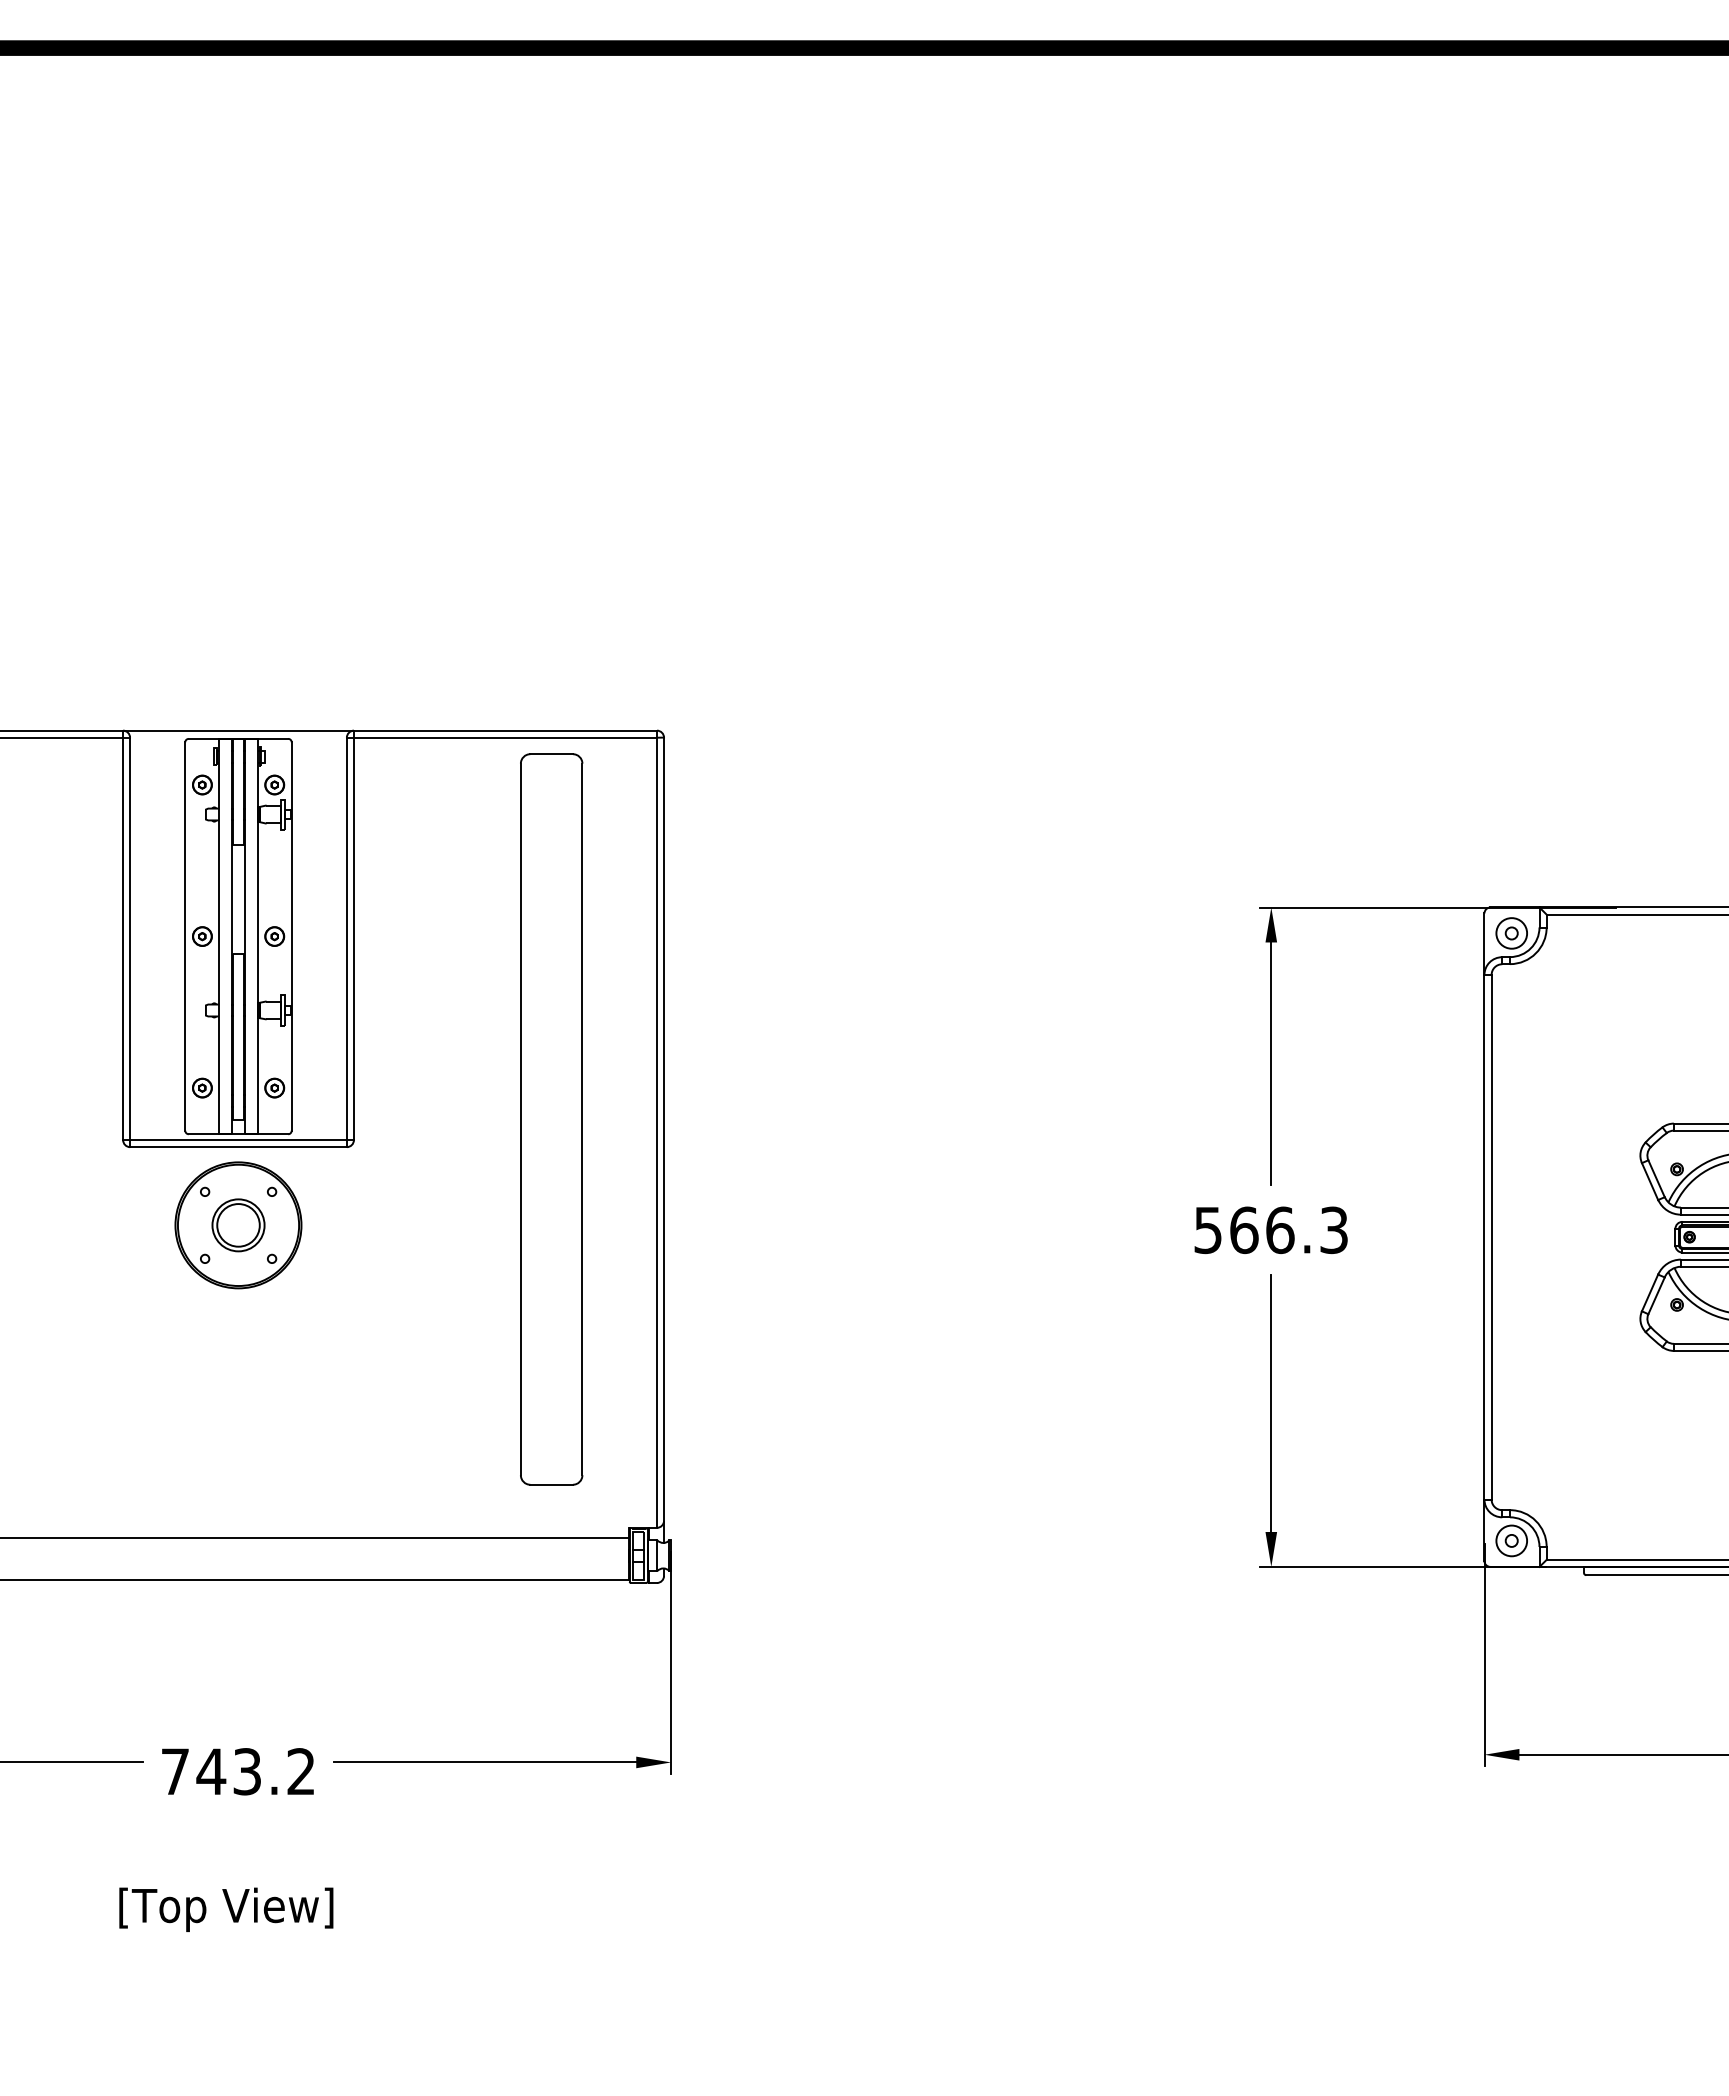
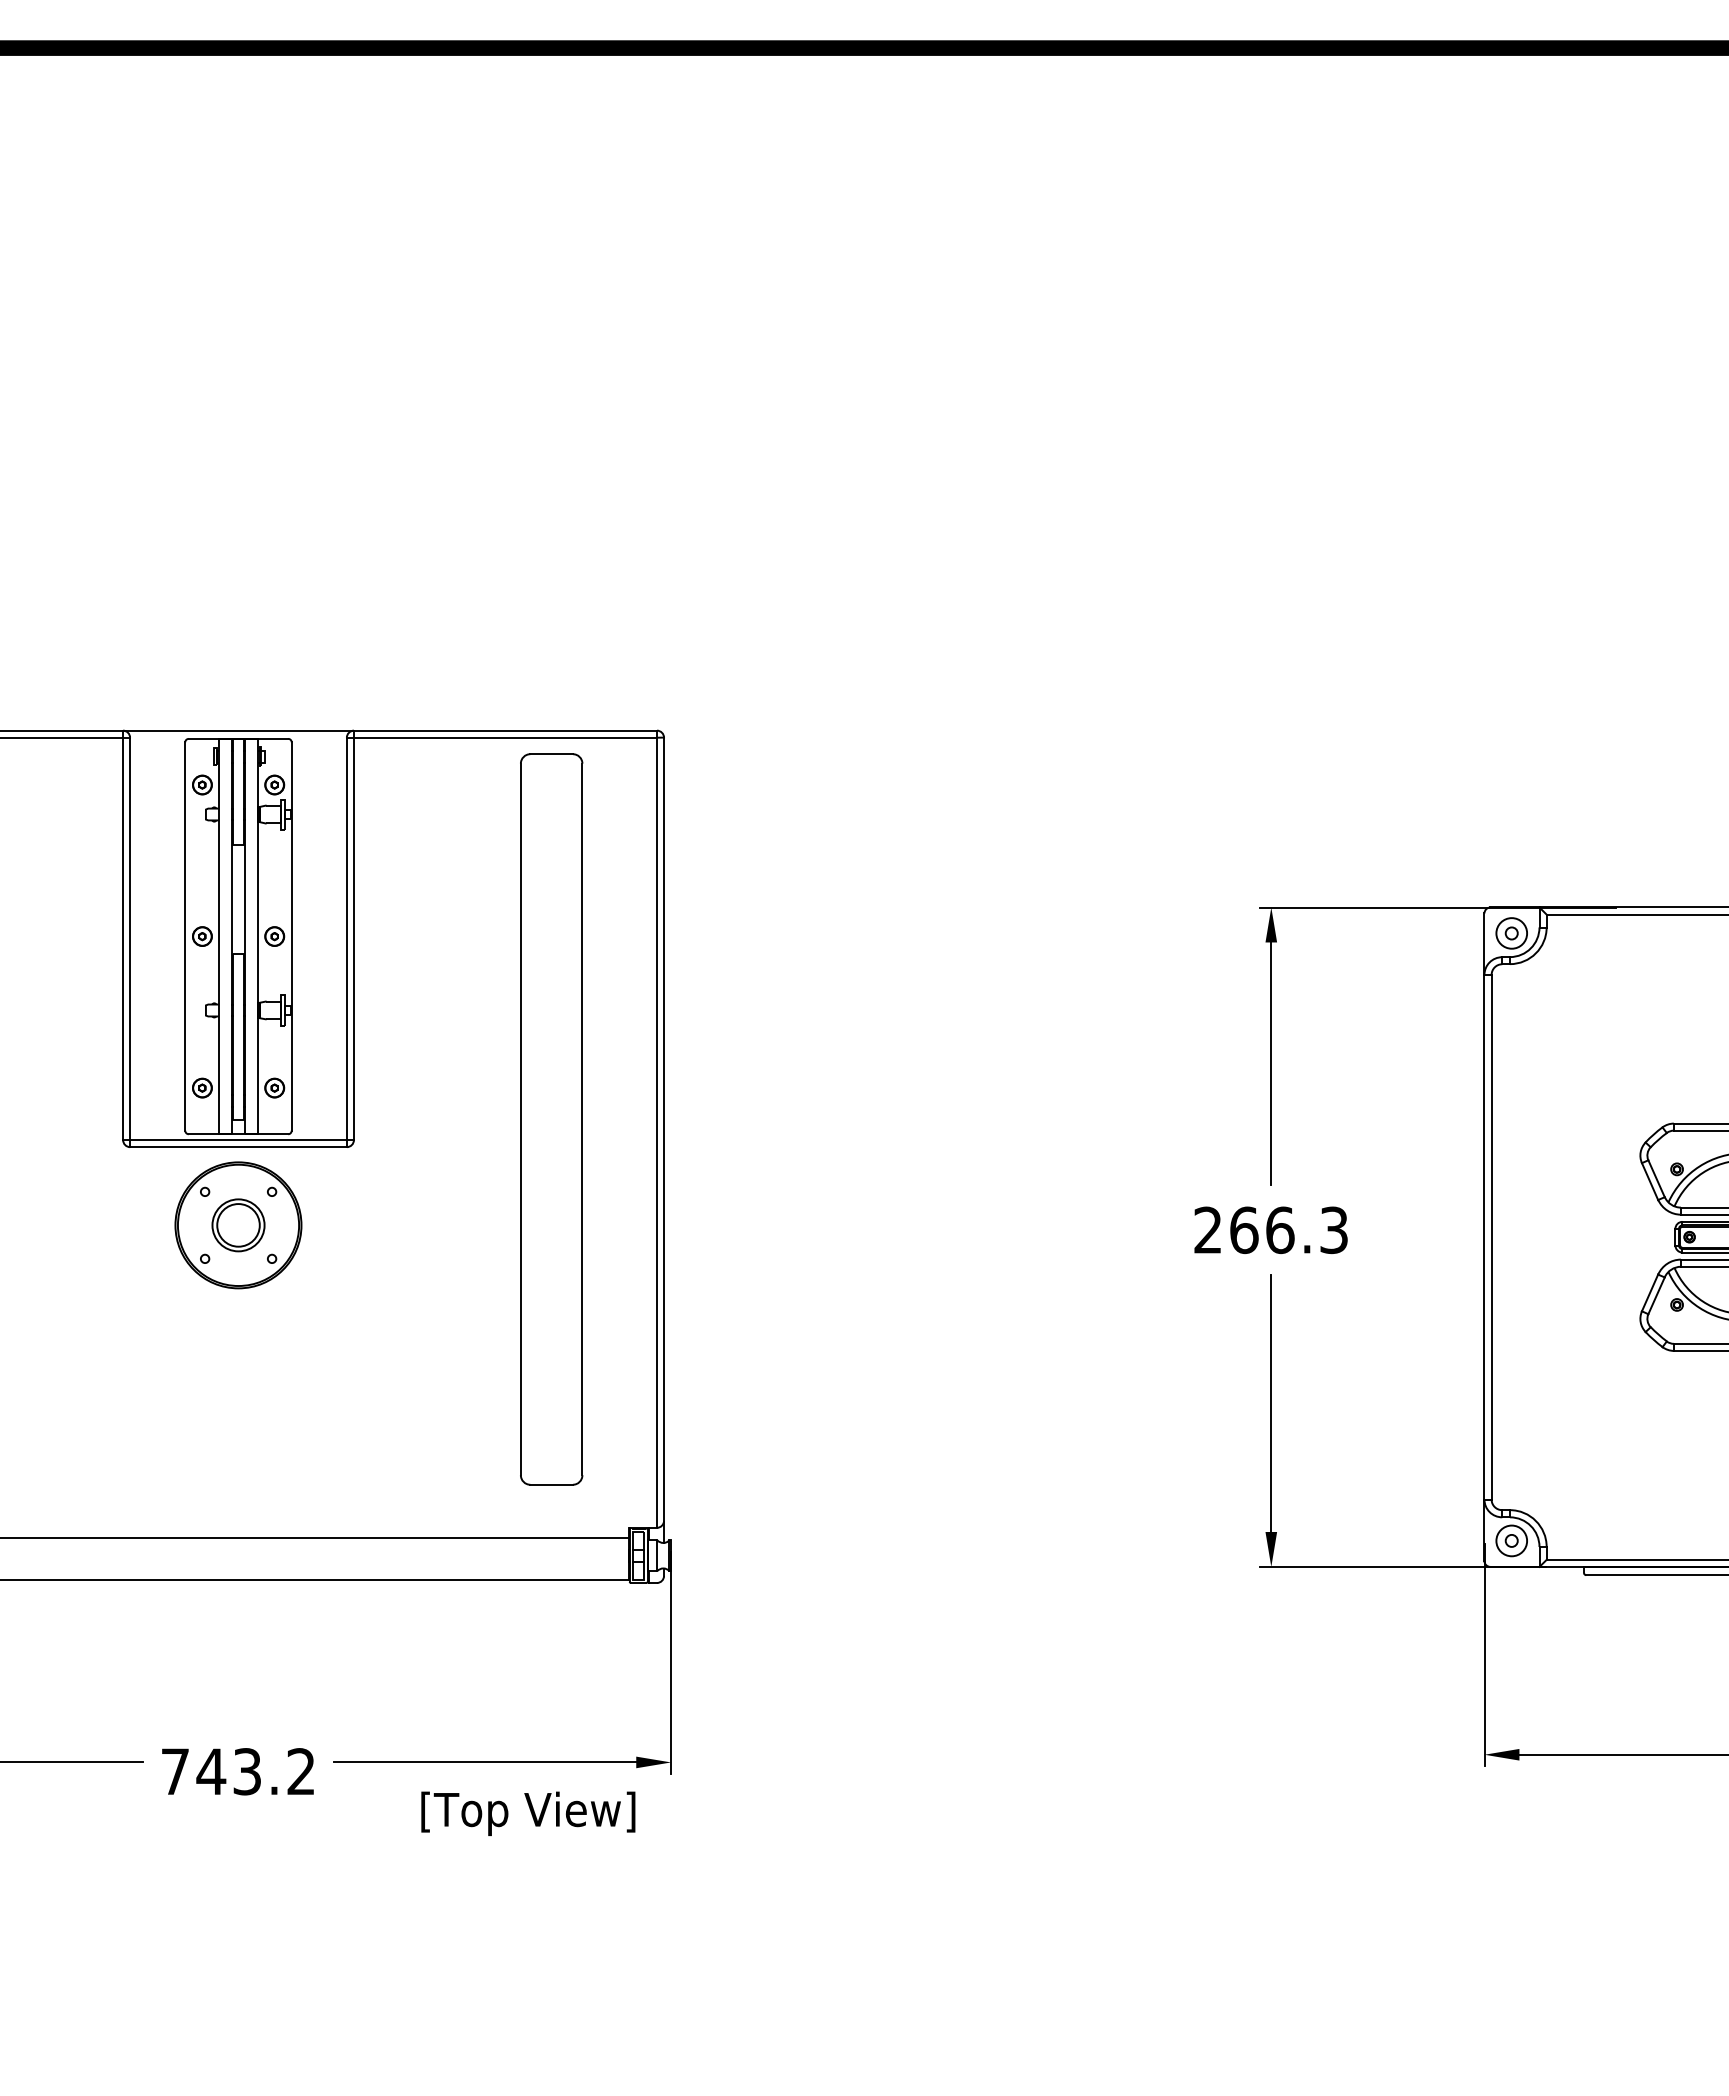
text at (1207, 1230): 566.3 -> 266.3
text at (226, 1909) position: (226, 1909) -> (528, 1813)
